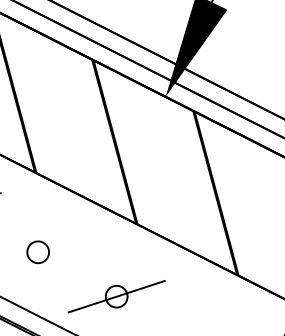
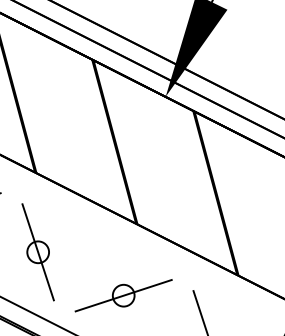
line at (37, 252): none -> present
part at (116, 296) position: (116, 296) -> (123, 295)
line at (200, 311): none -> present
